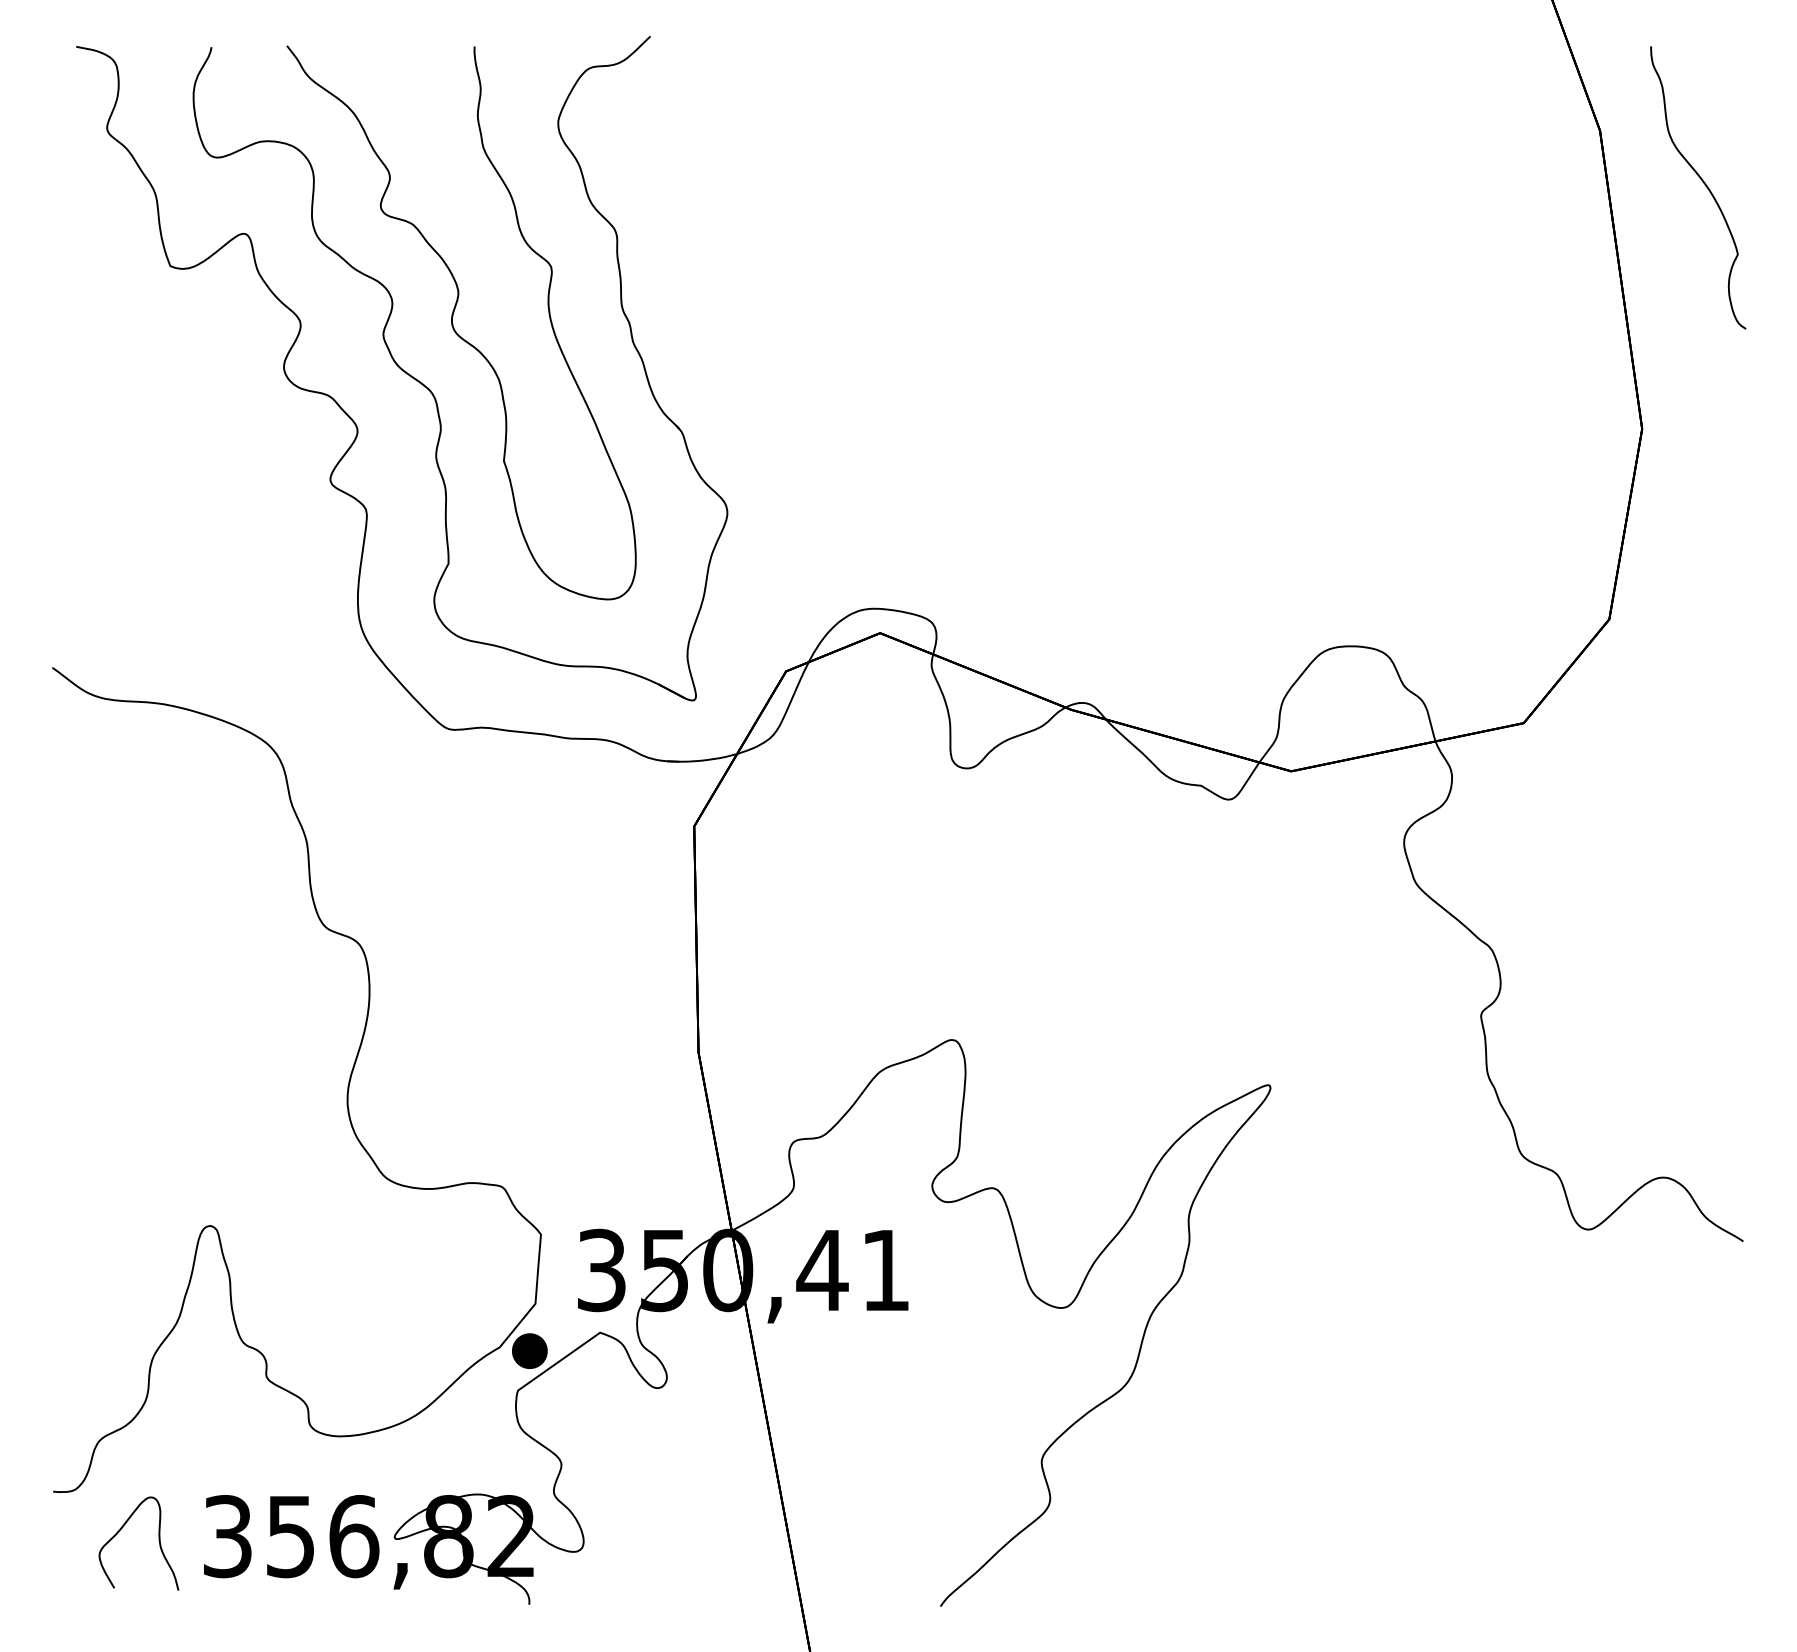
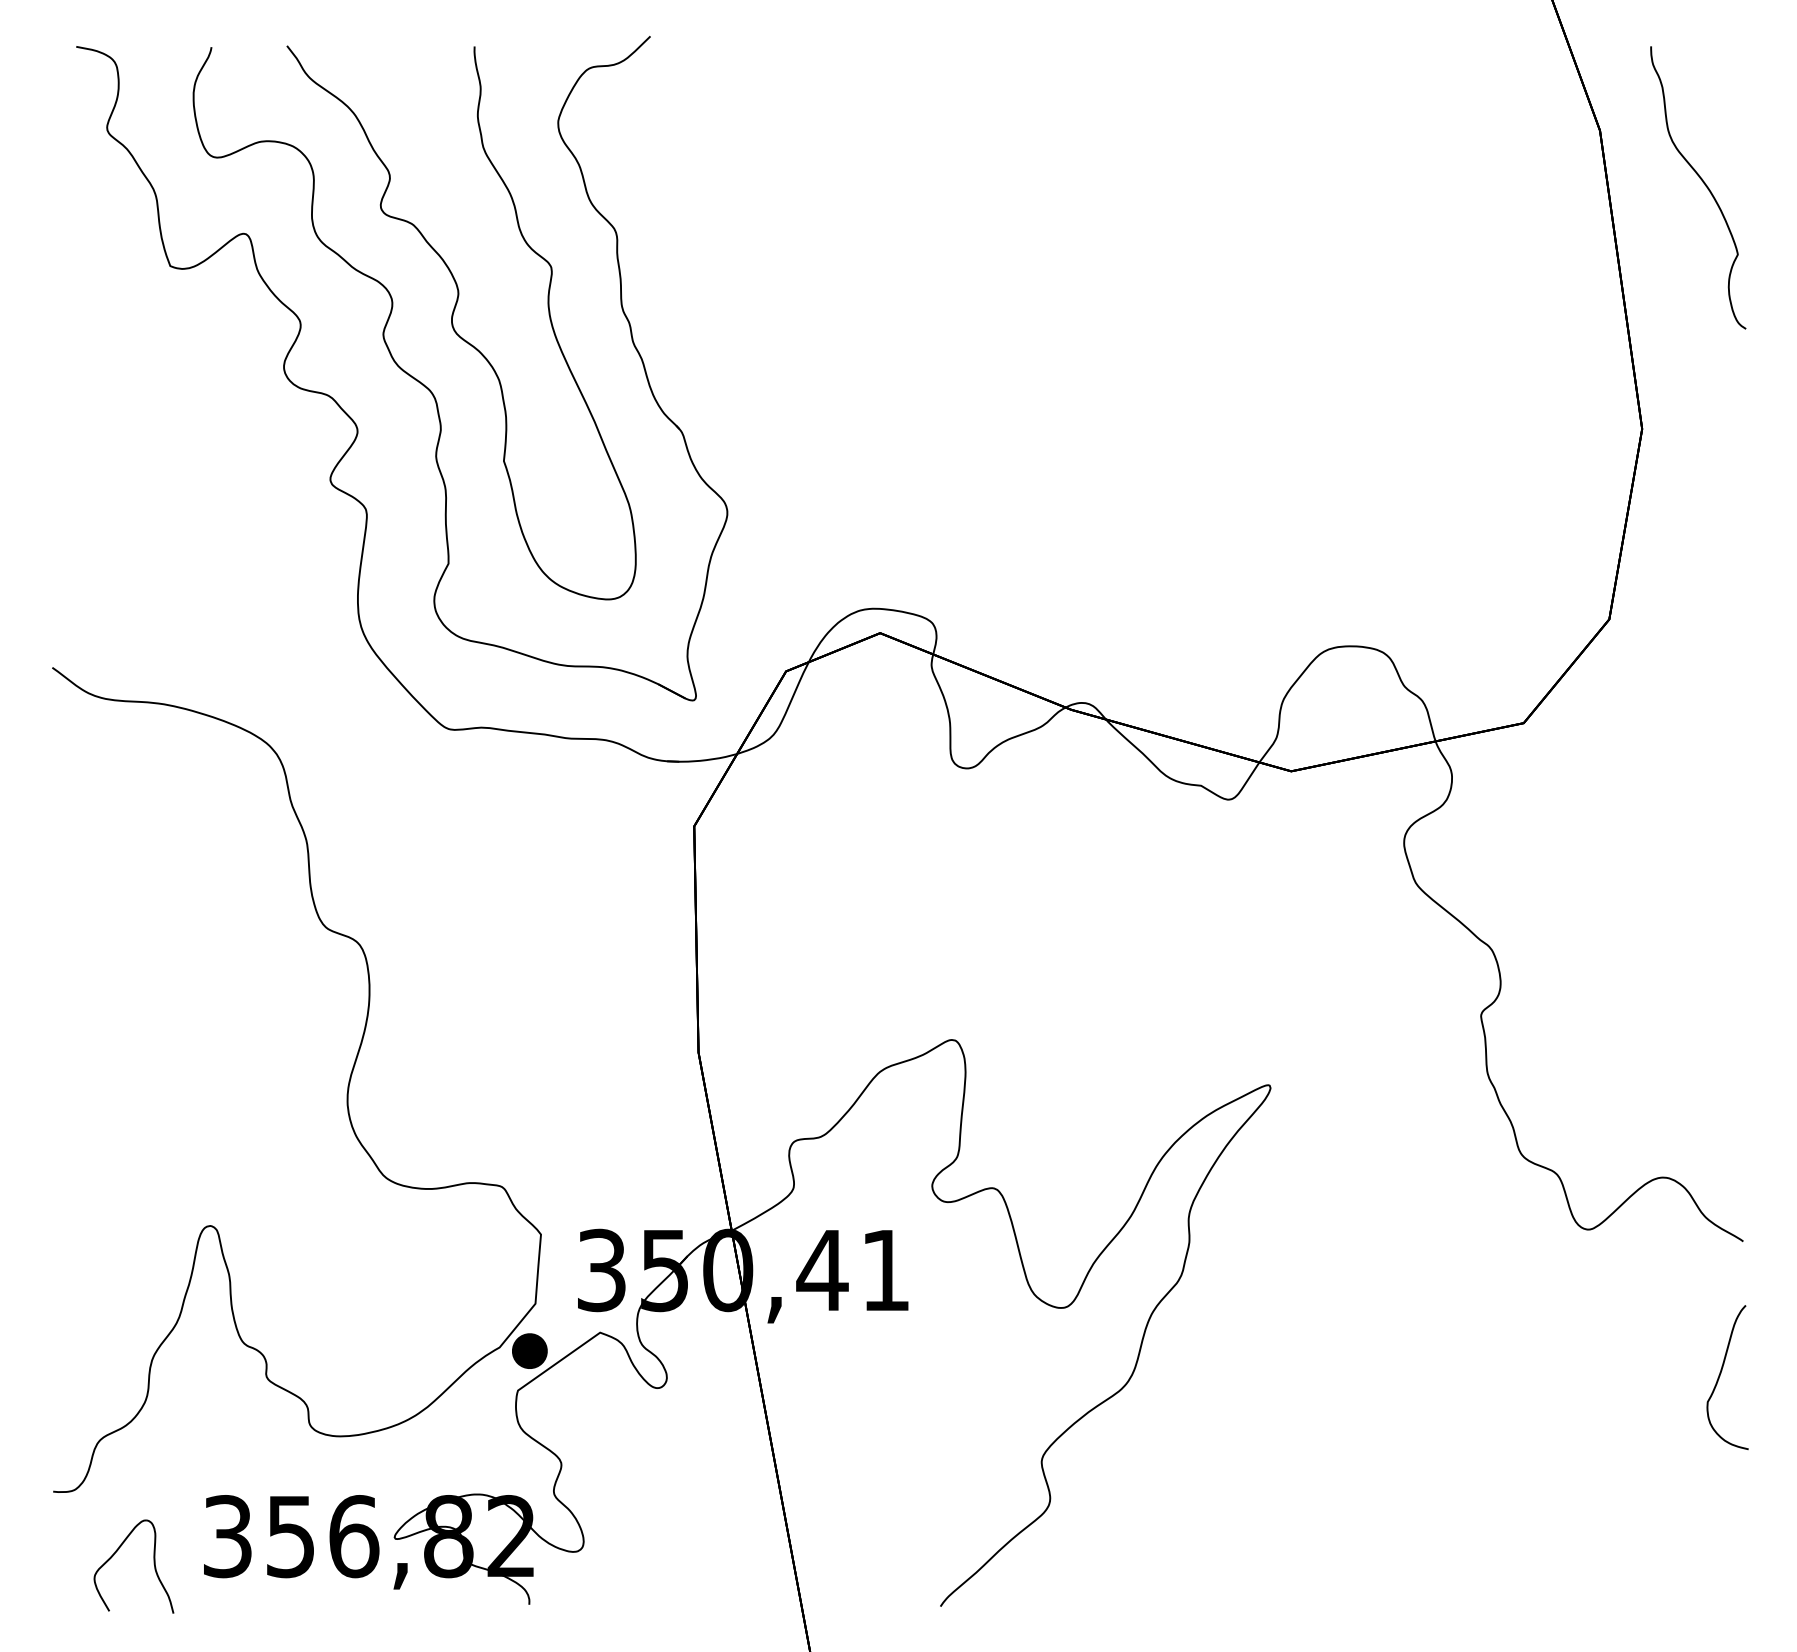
curve at (1720, 1376): none -> present
part at (158, 1541) position: (158, 1541) -> (153, 1564)
